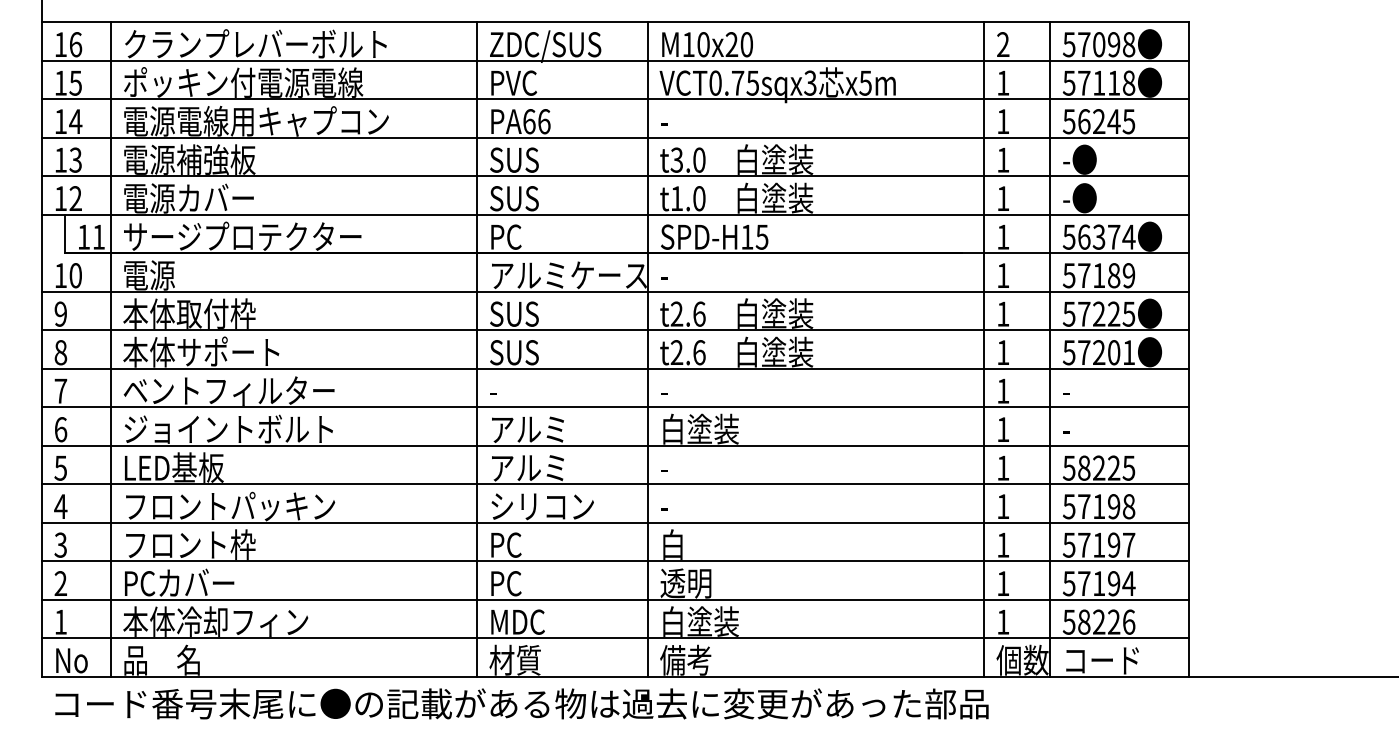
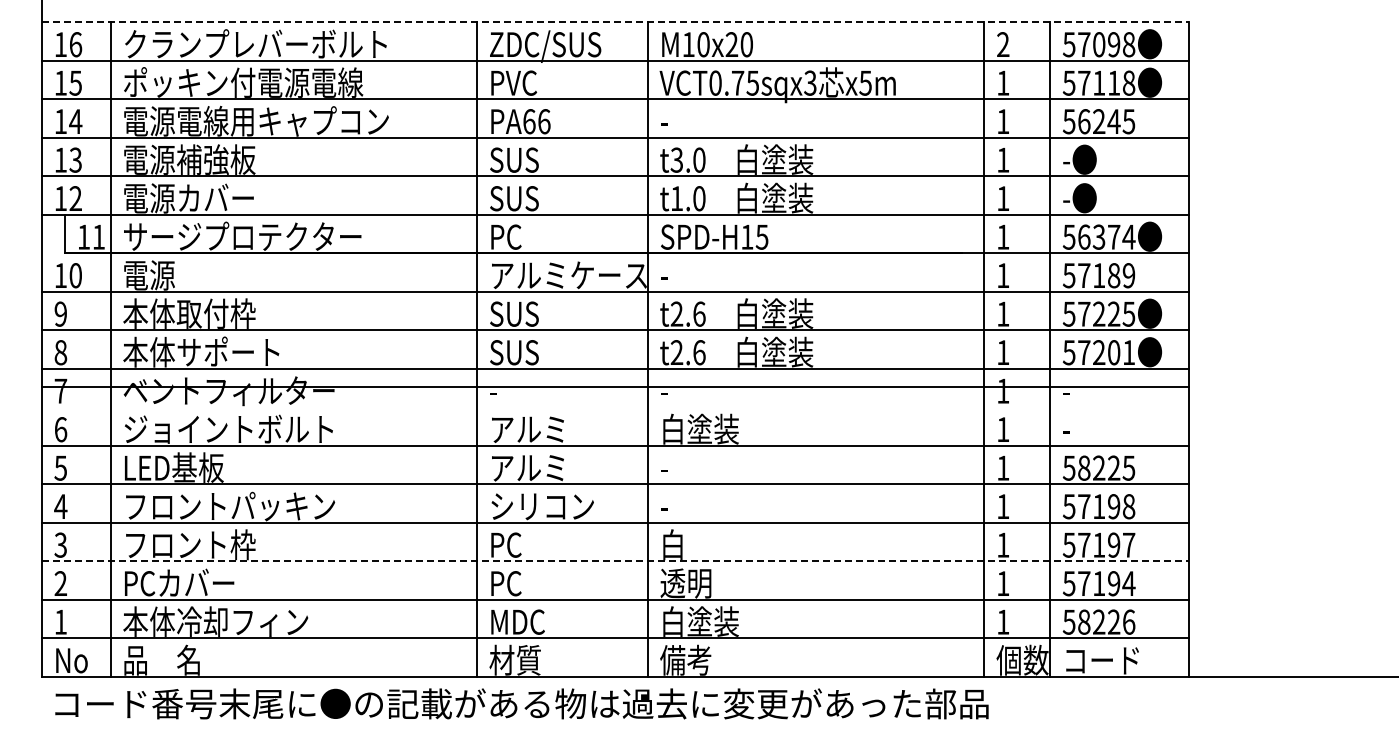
line at (615, 22): solid -> dashed
line at (615, 407) position: (615, 407) -> (615, 387)
line at (615, 561): solid -> dashed
